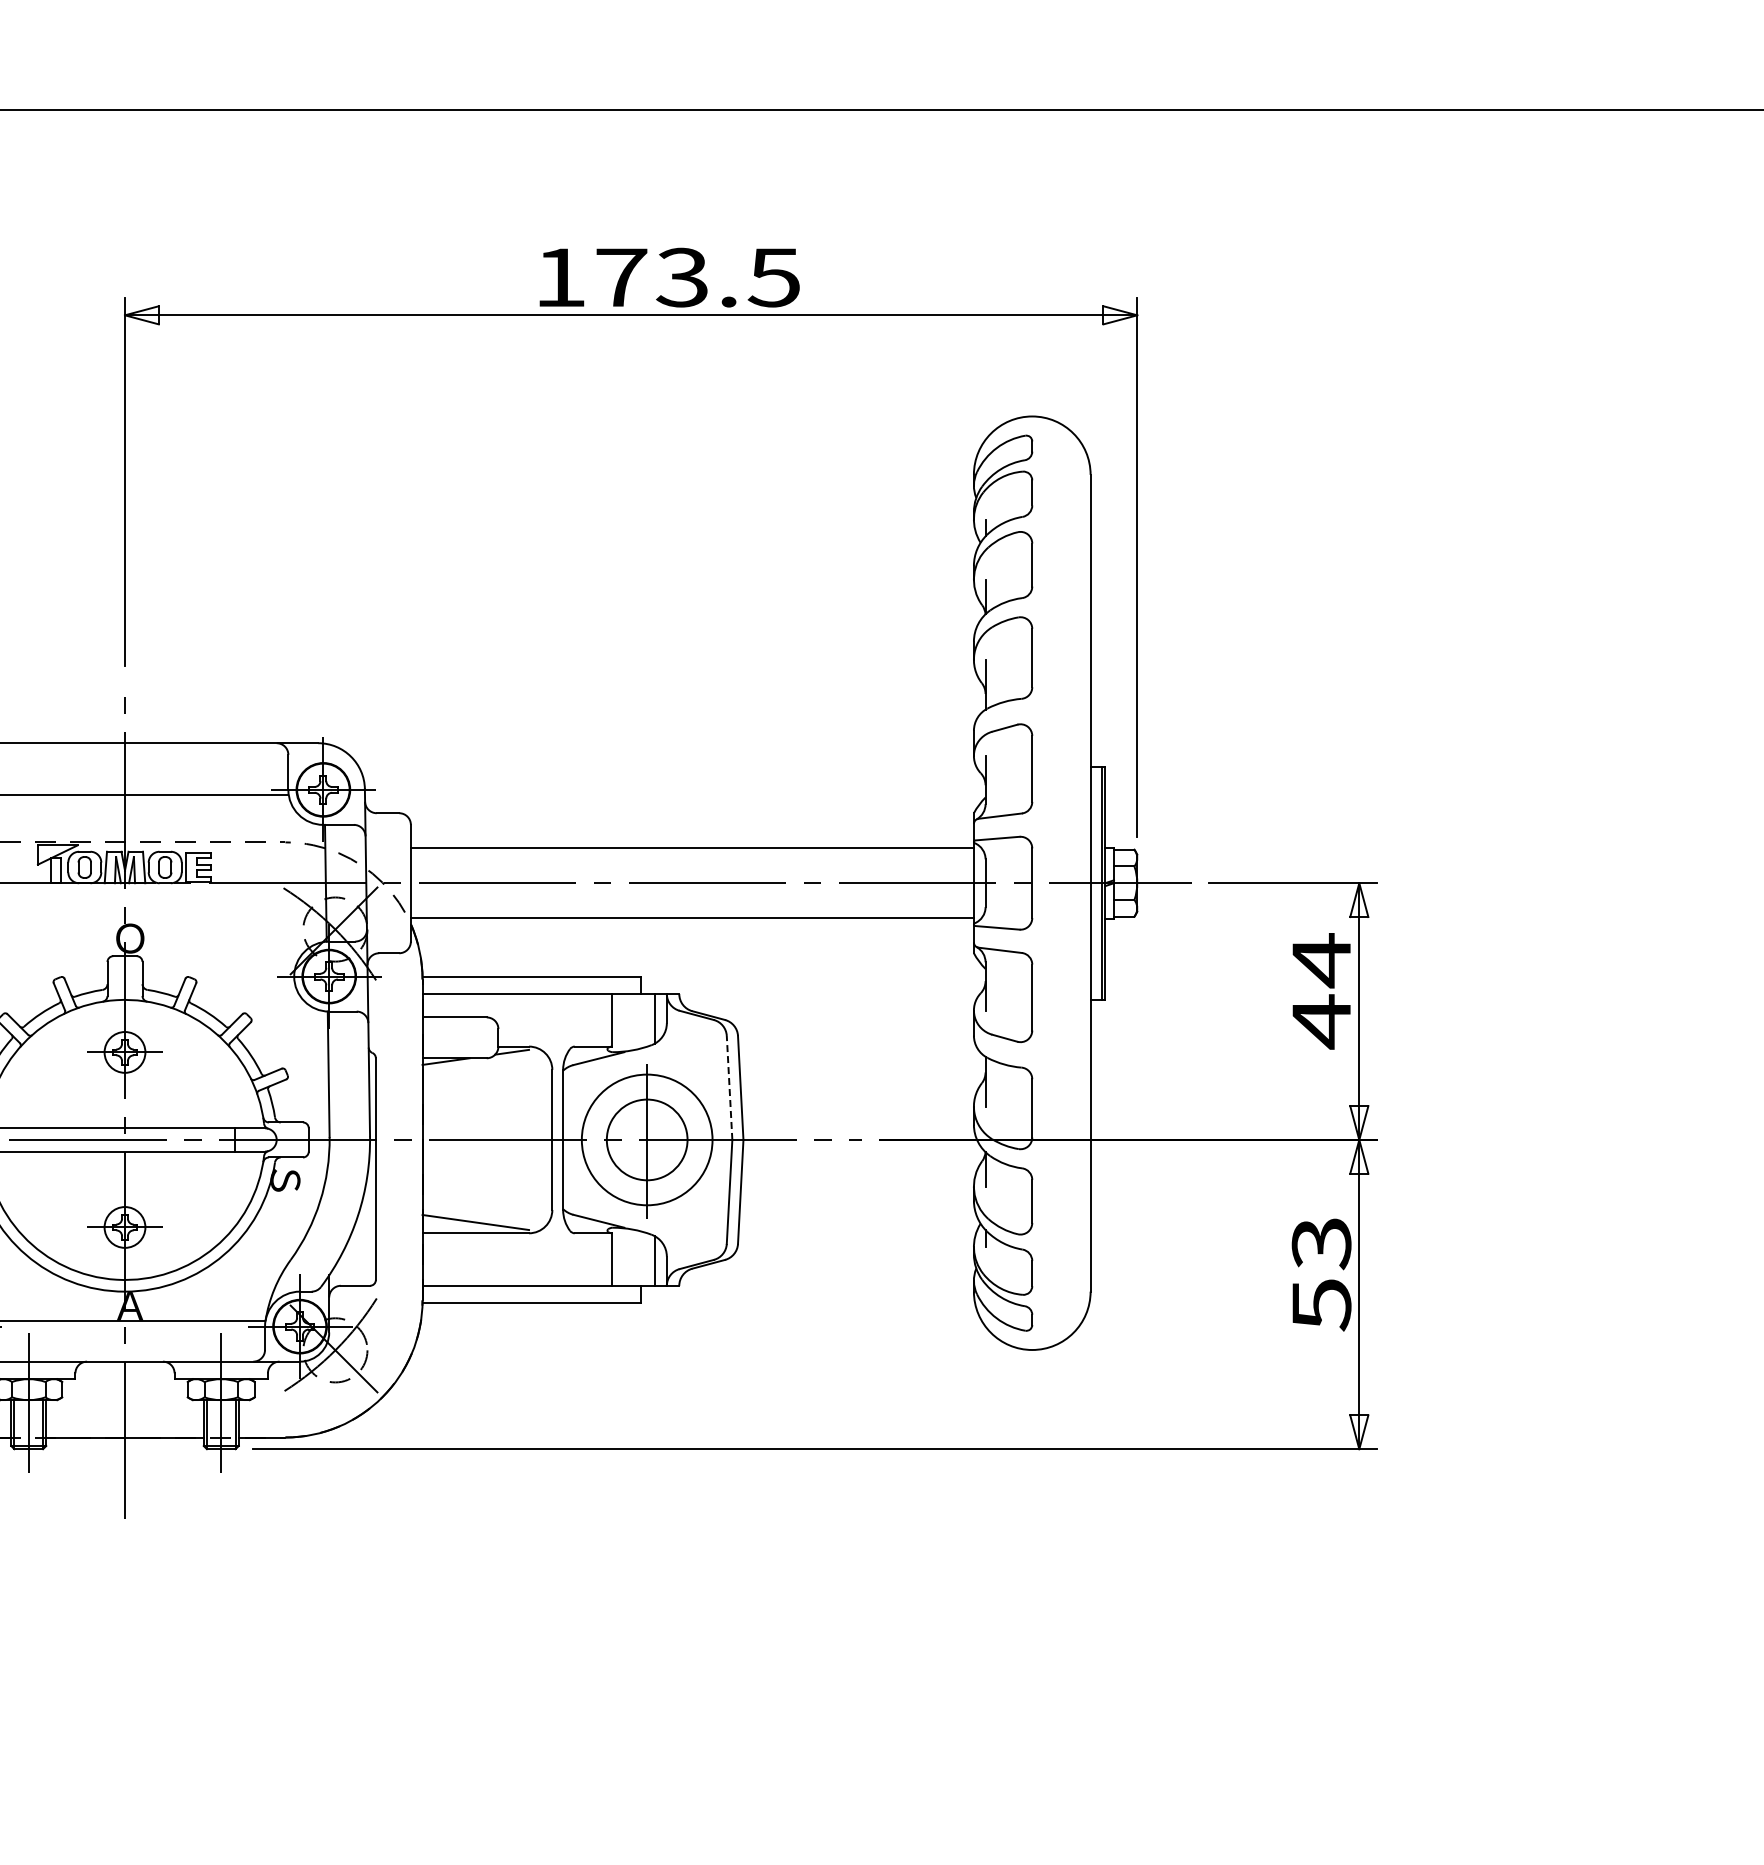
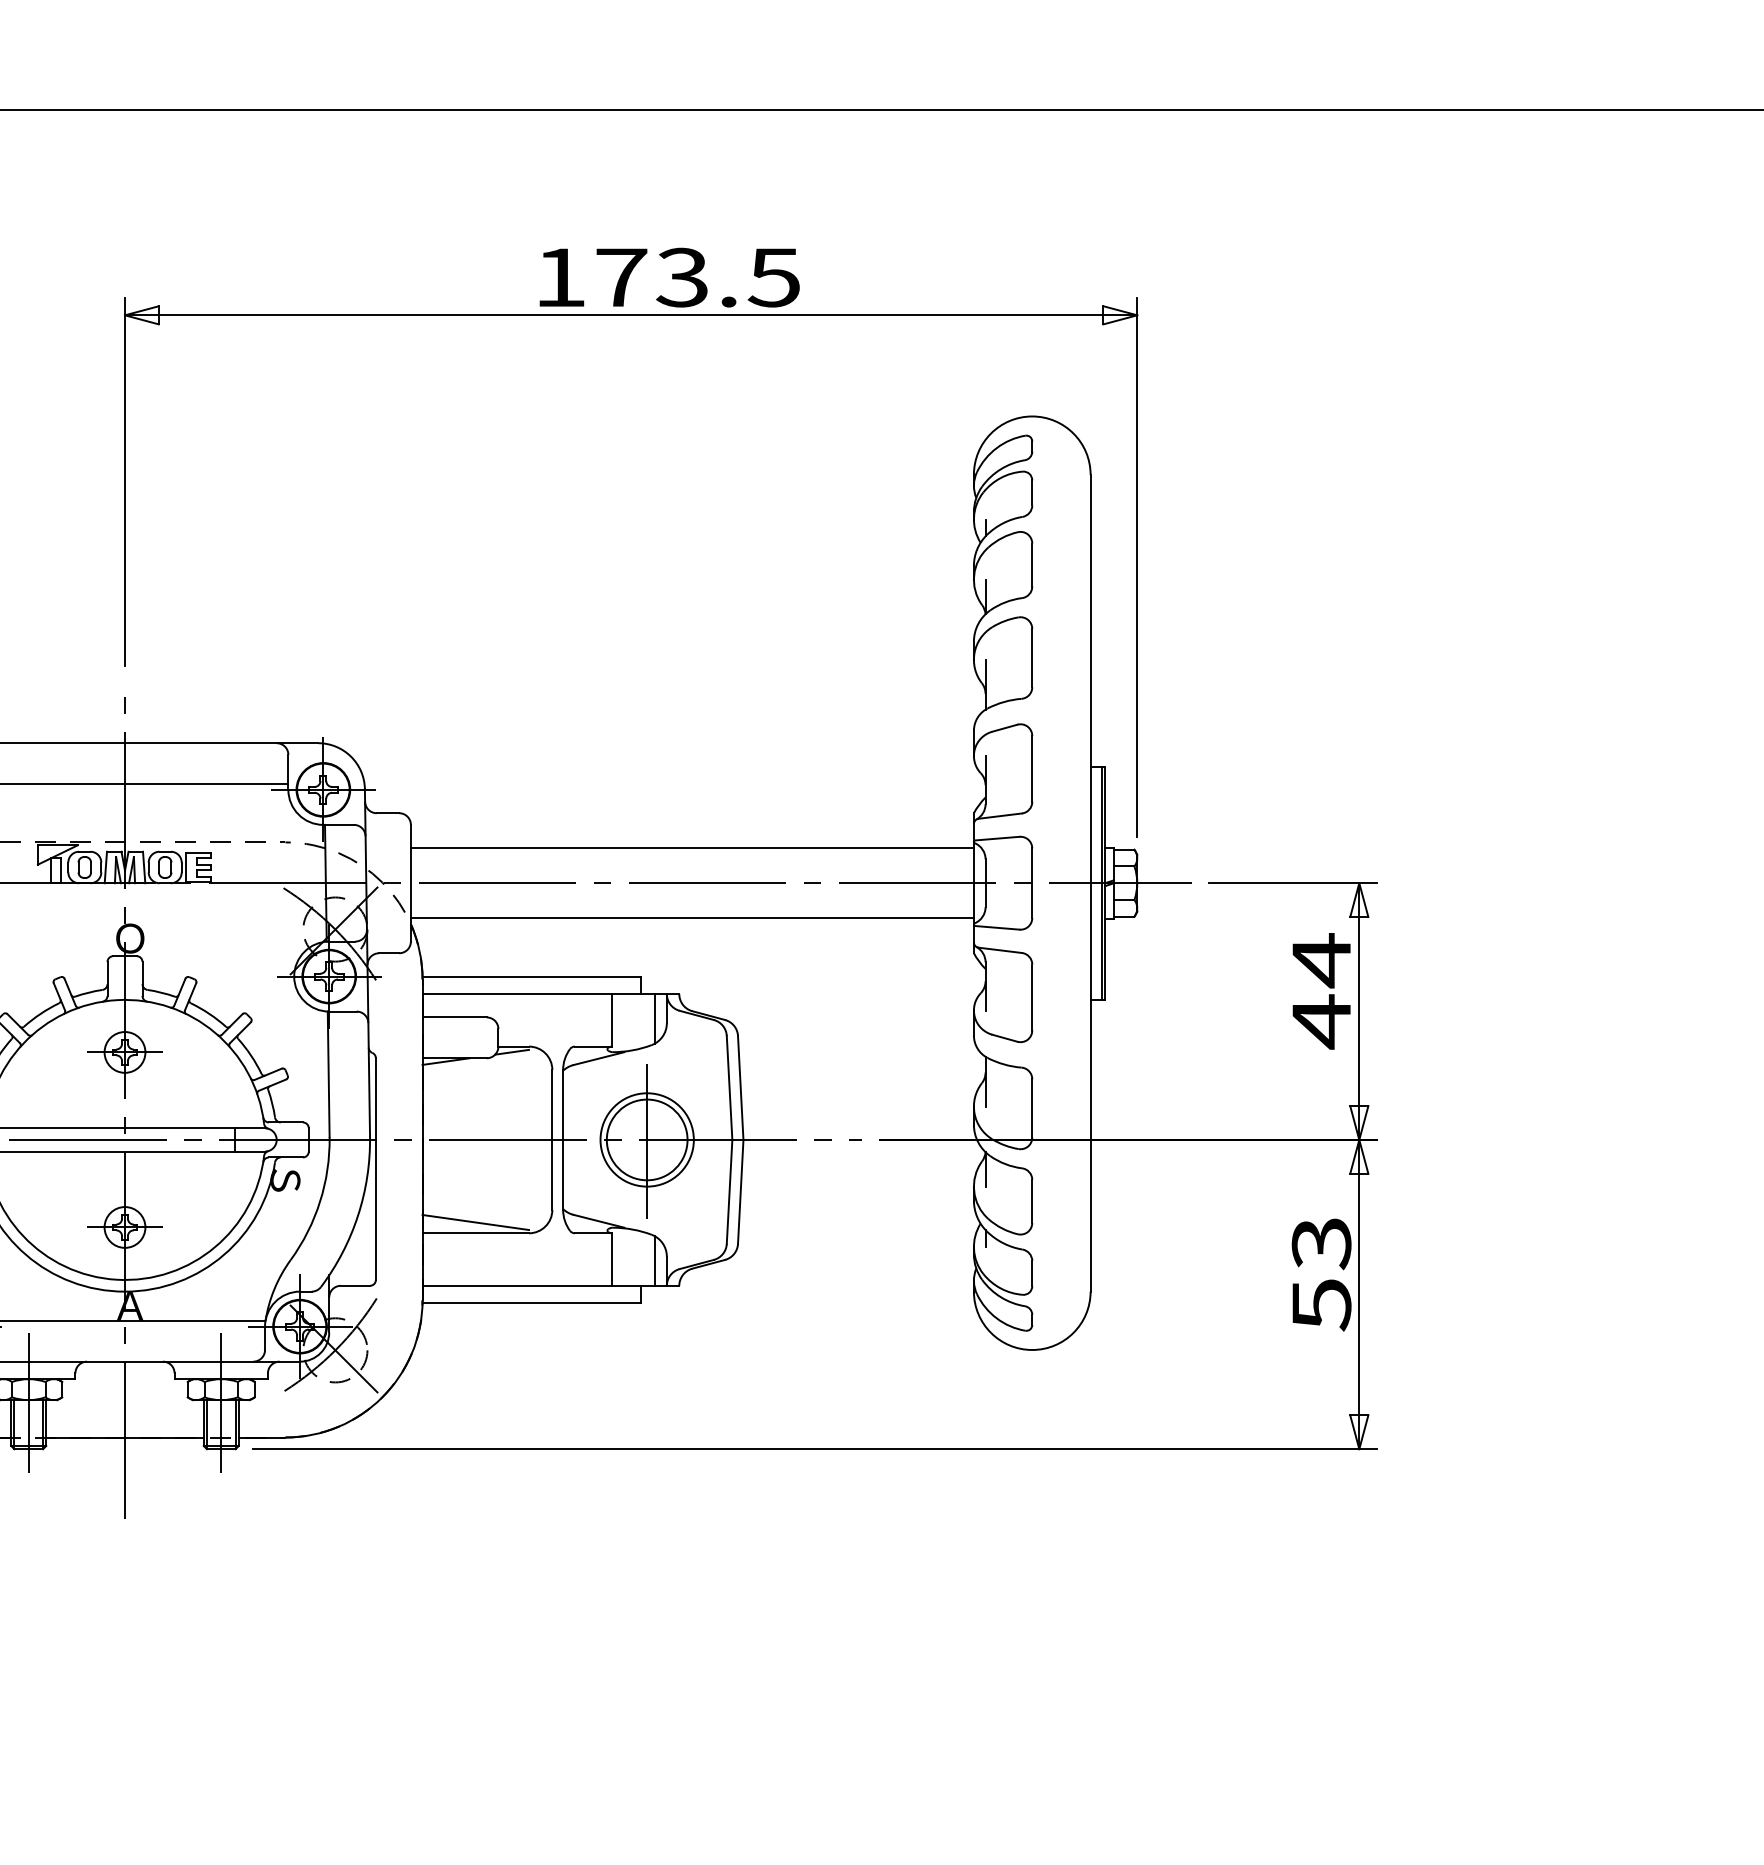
line at (145, 794) position: (145, 794) -> (145, 783)
line at (729, 1087): dashed -> solid
circle at (646, 1139) diameter: 131 px -> 93 px
